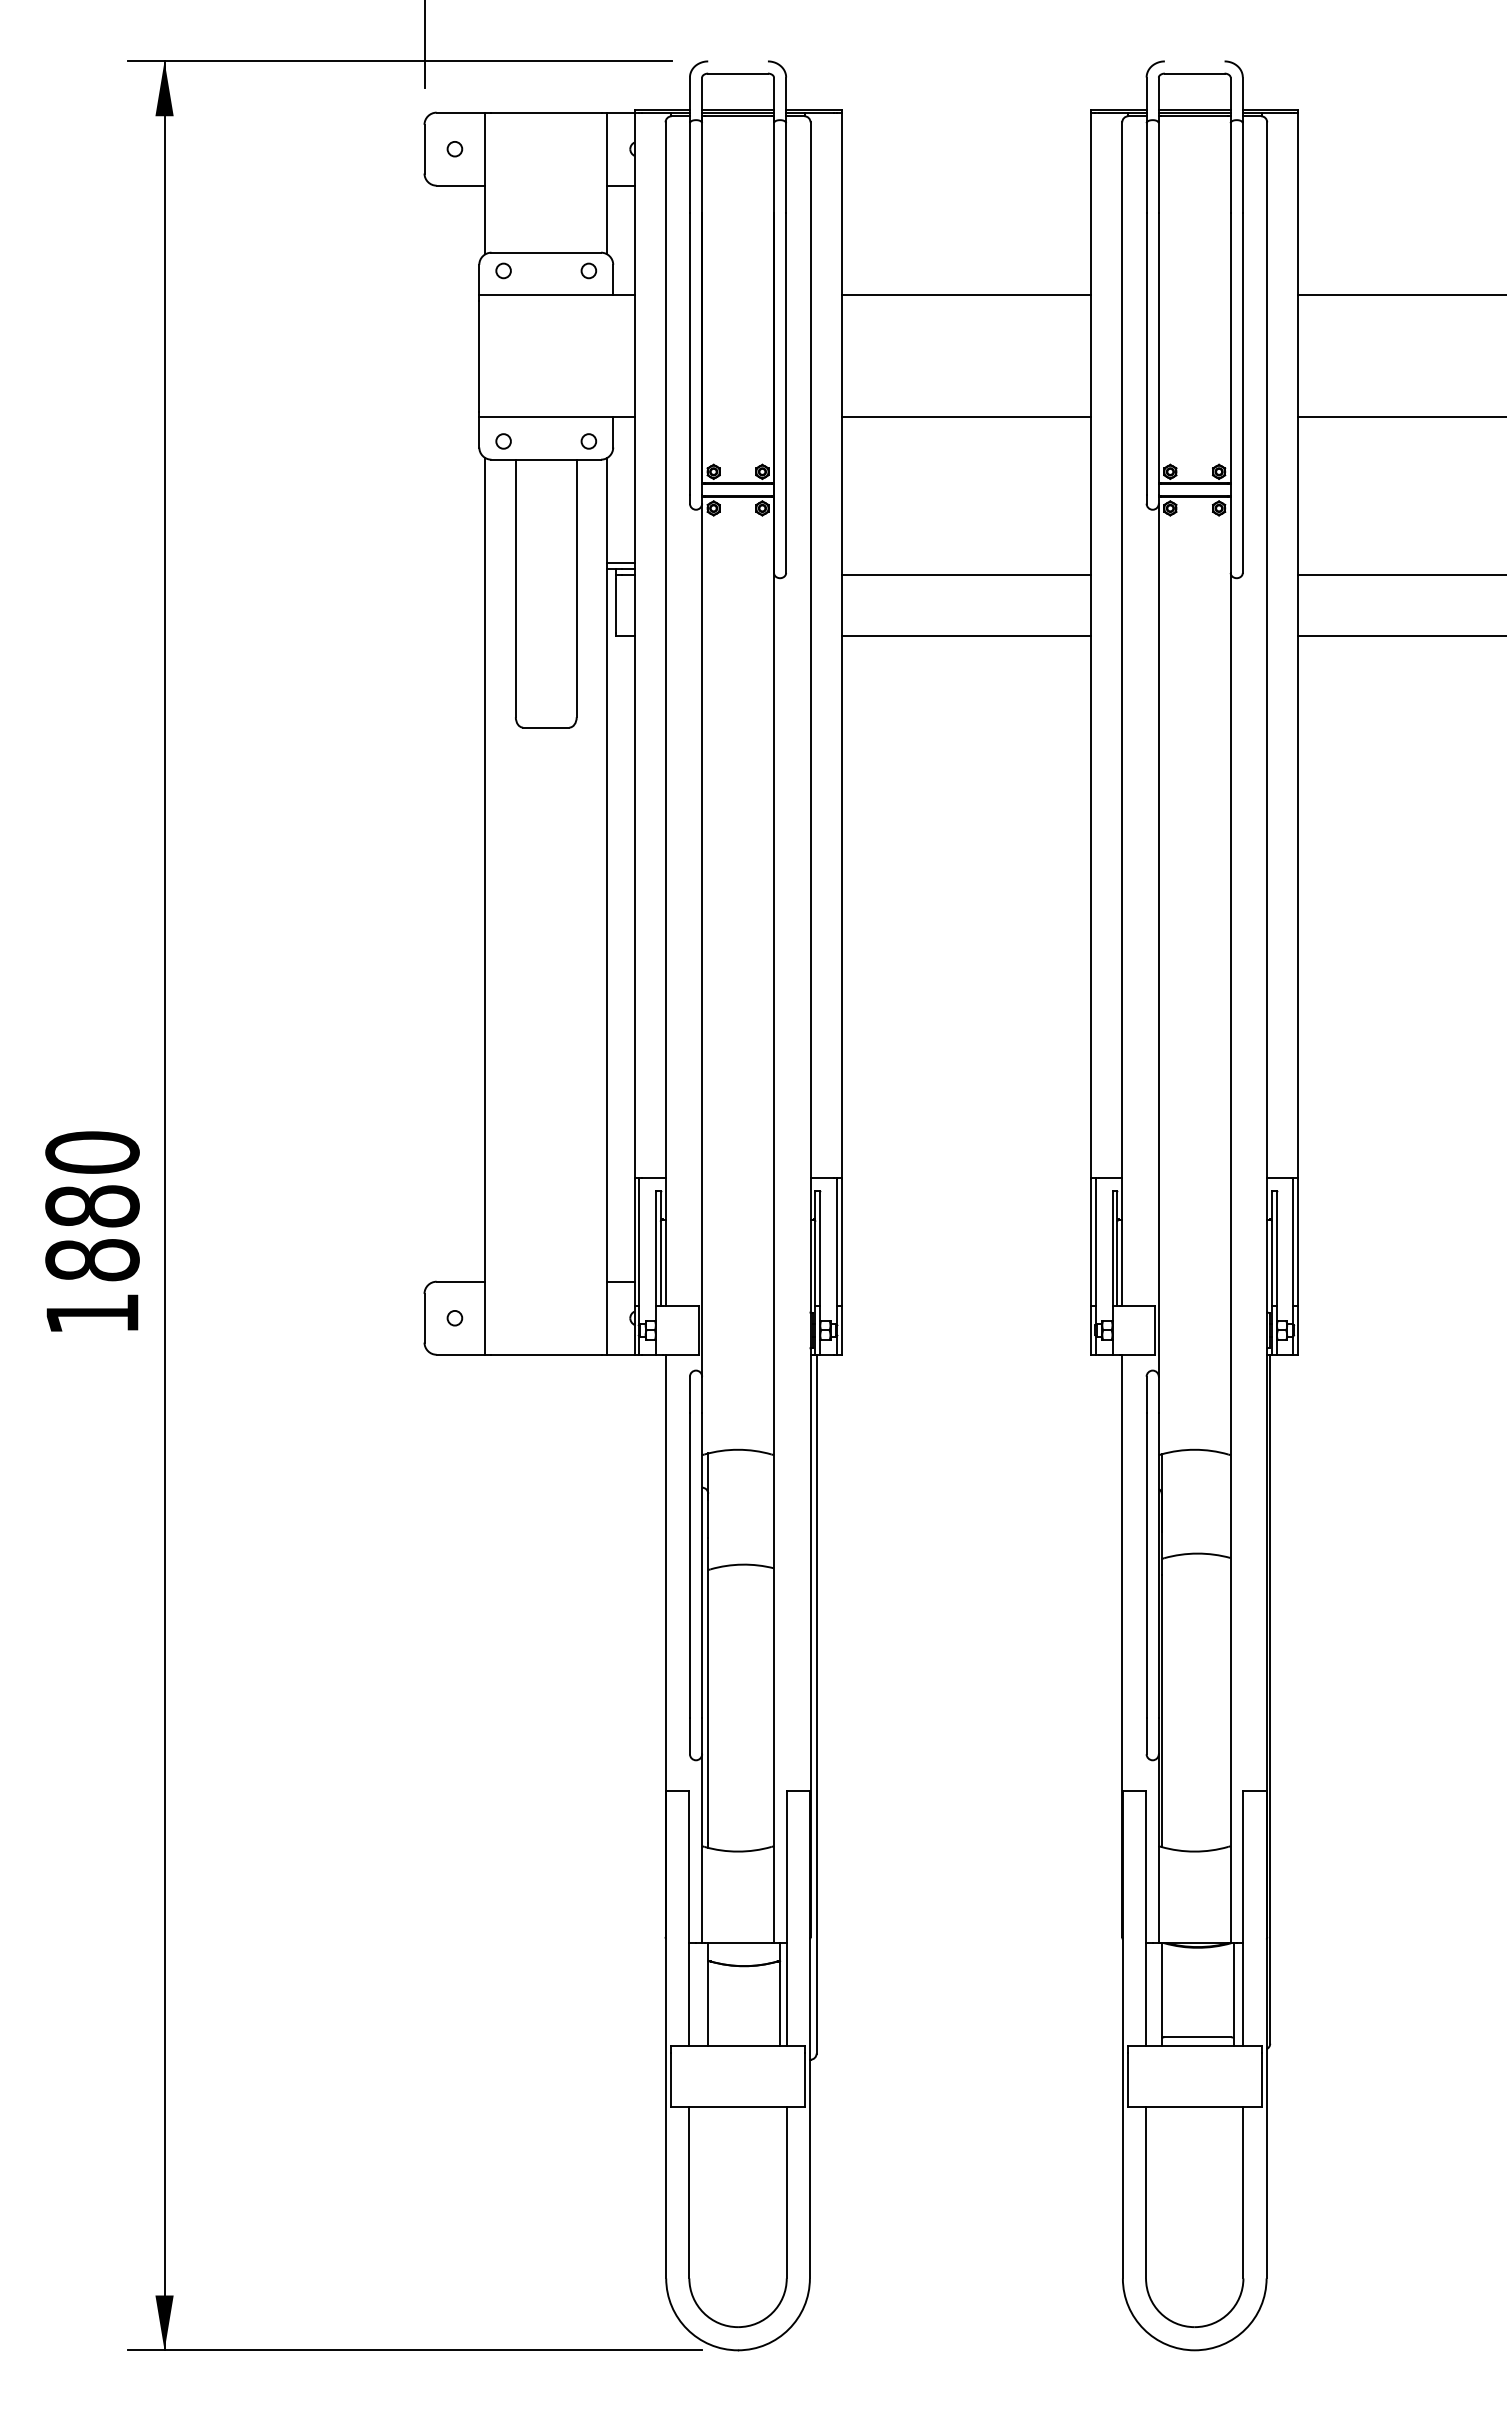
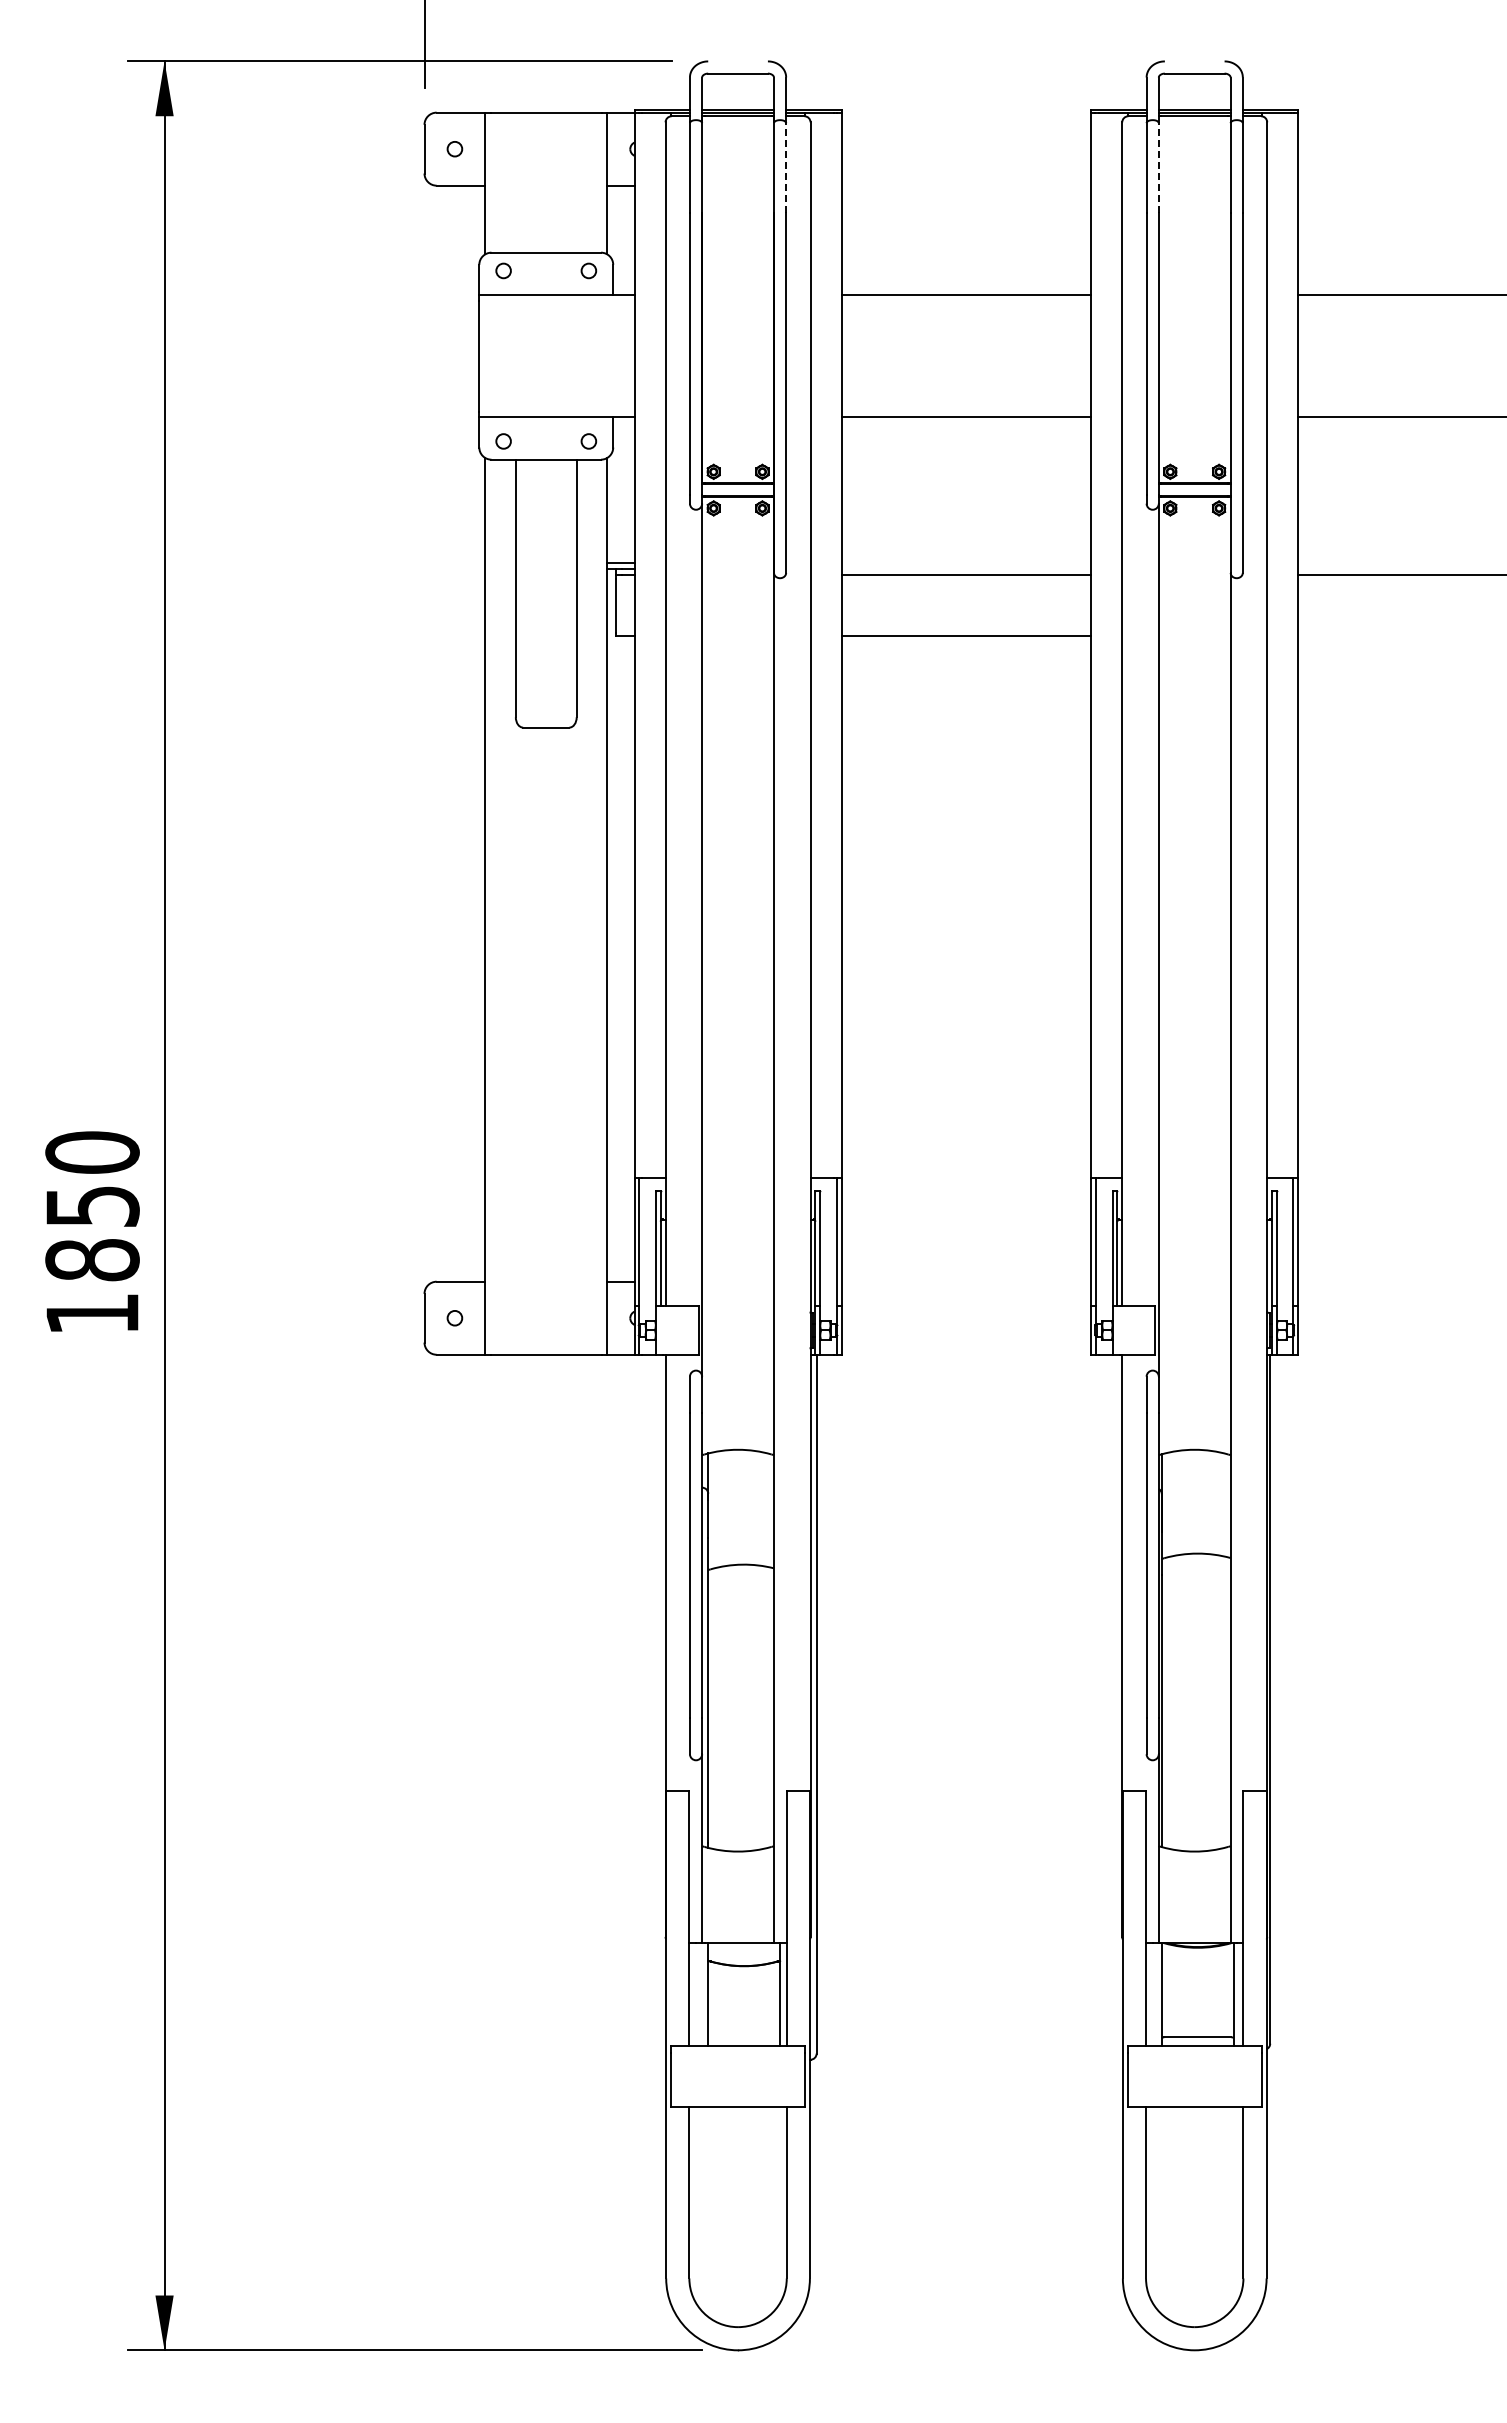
line at (786, 167): solid -> dashed
line at (1158, 167): solid -> dashed
line at (1400, 636): present -> none
text at (92, 1206): 1880 -> 1850
